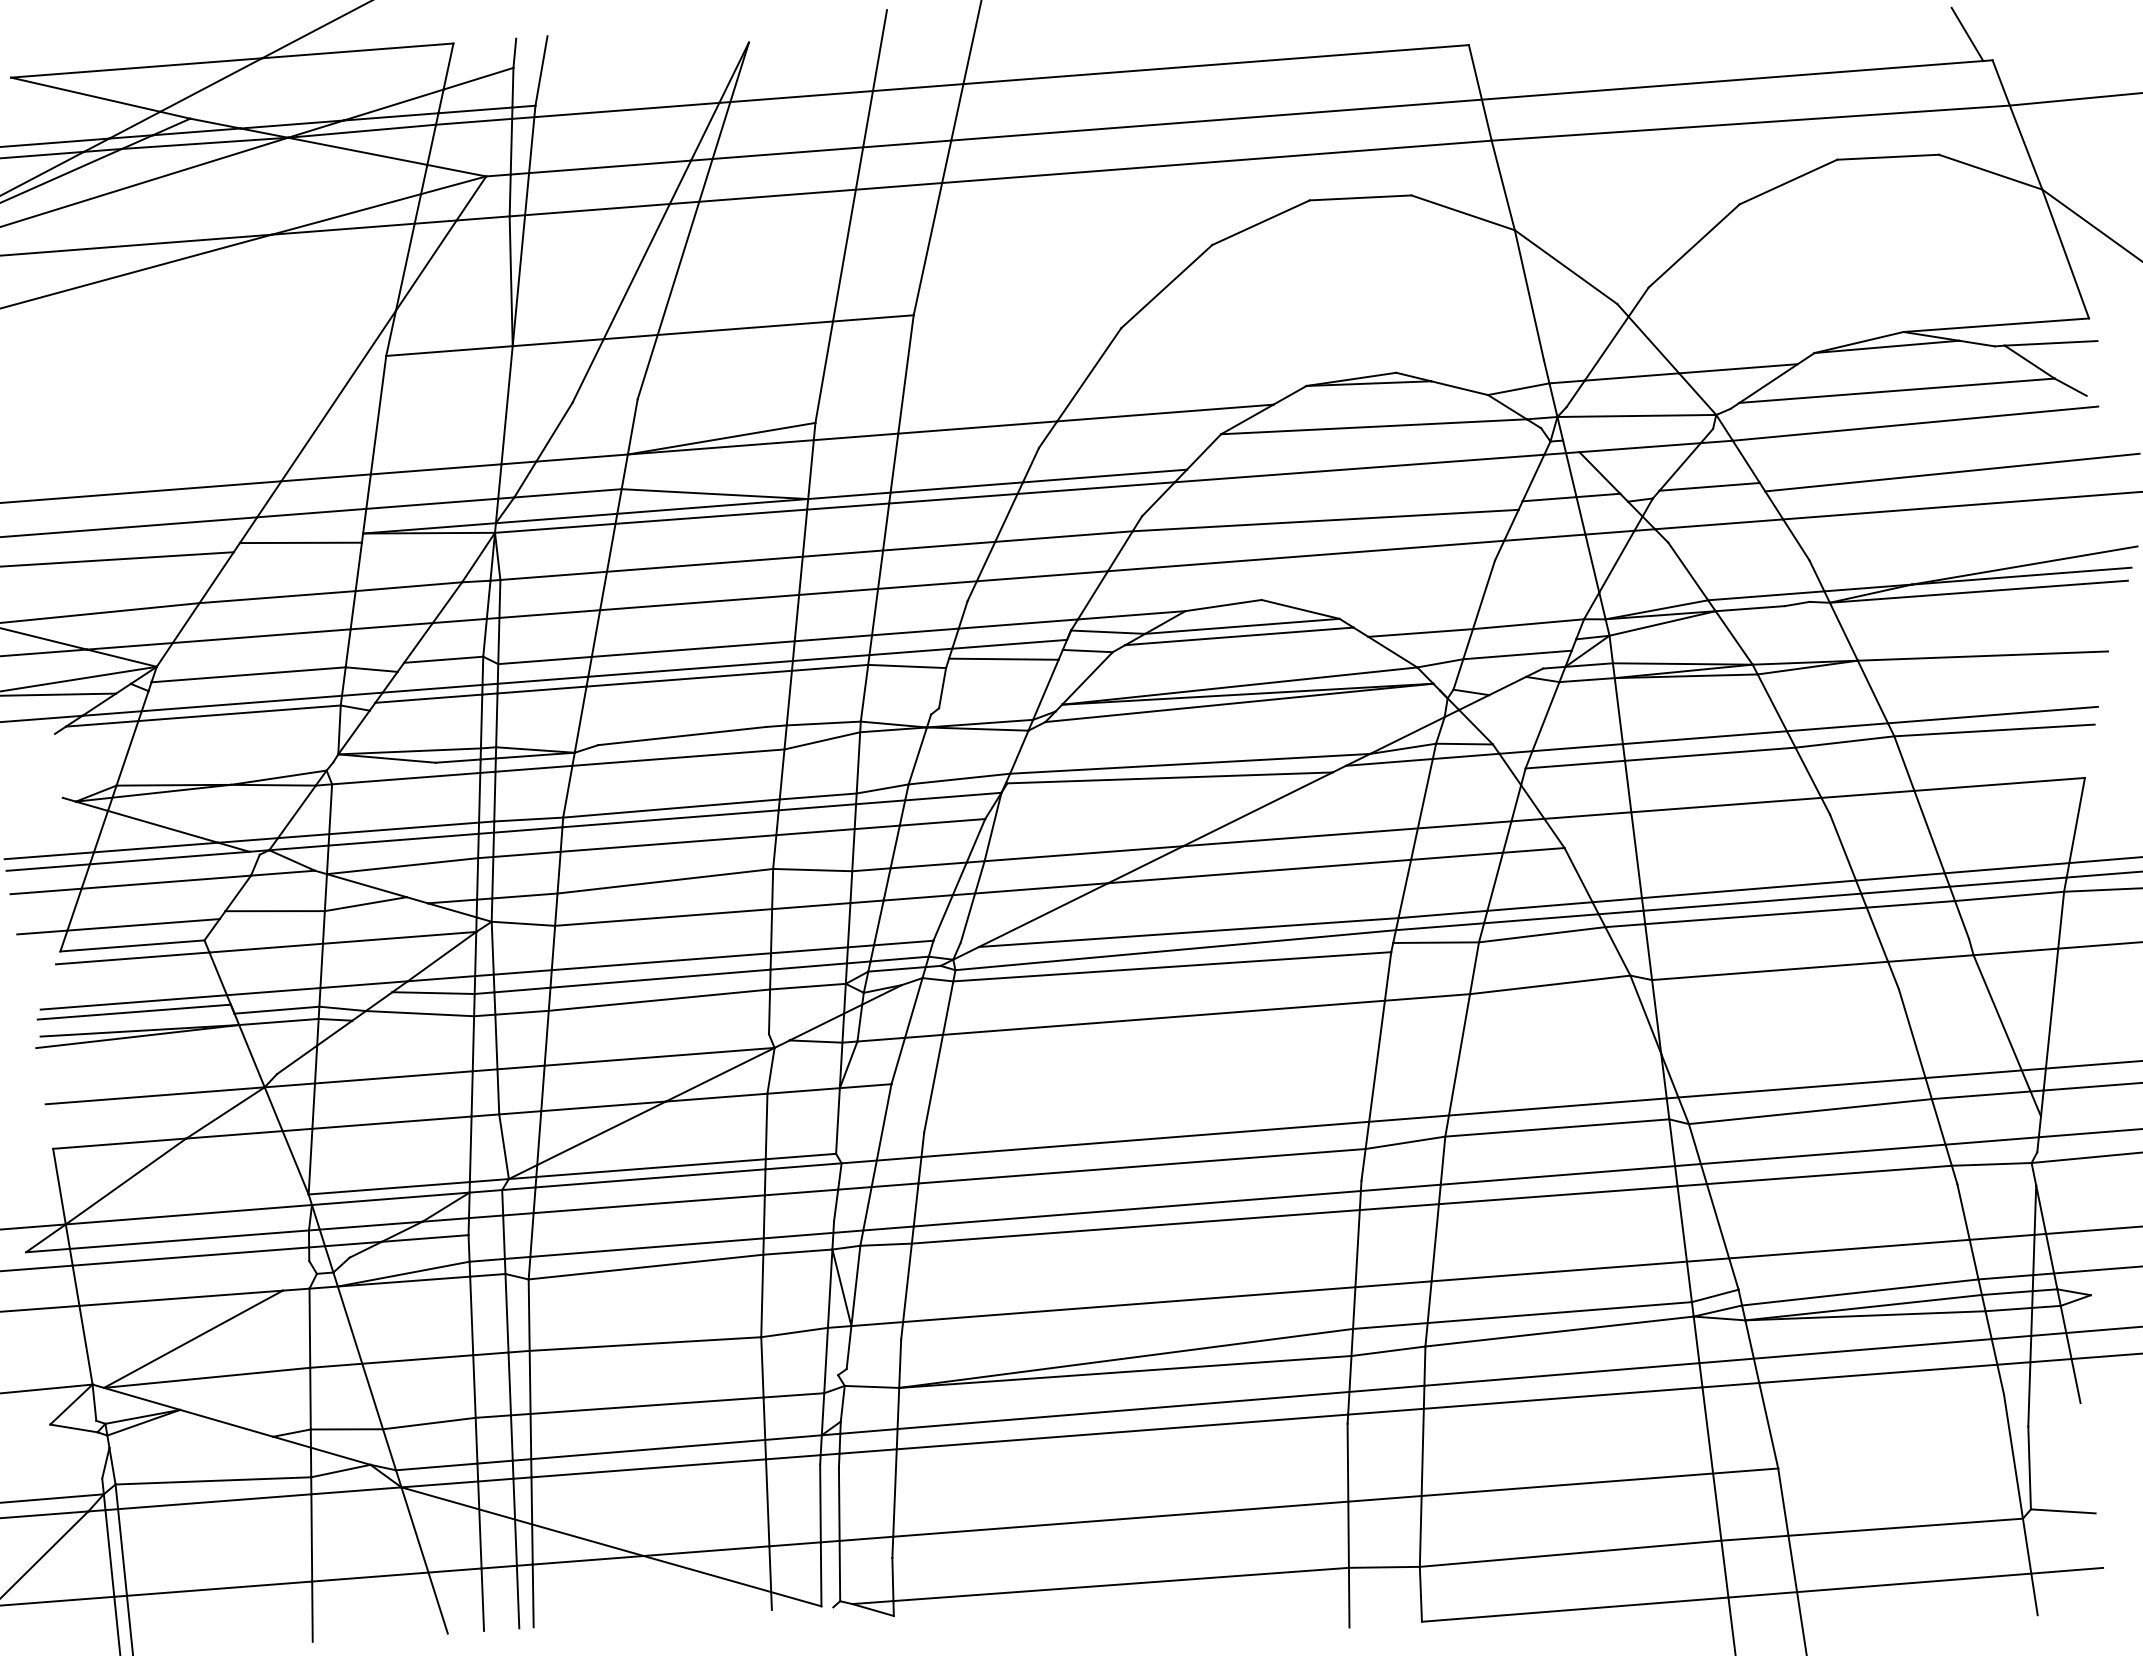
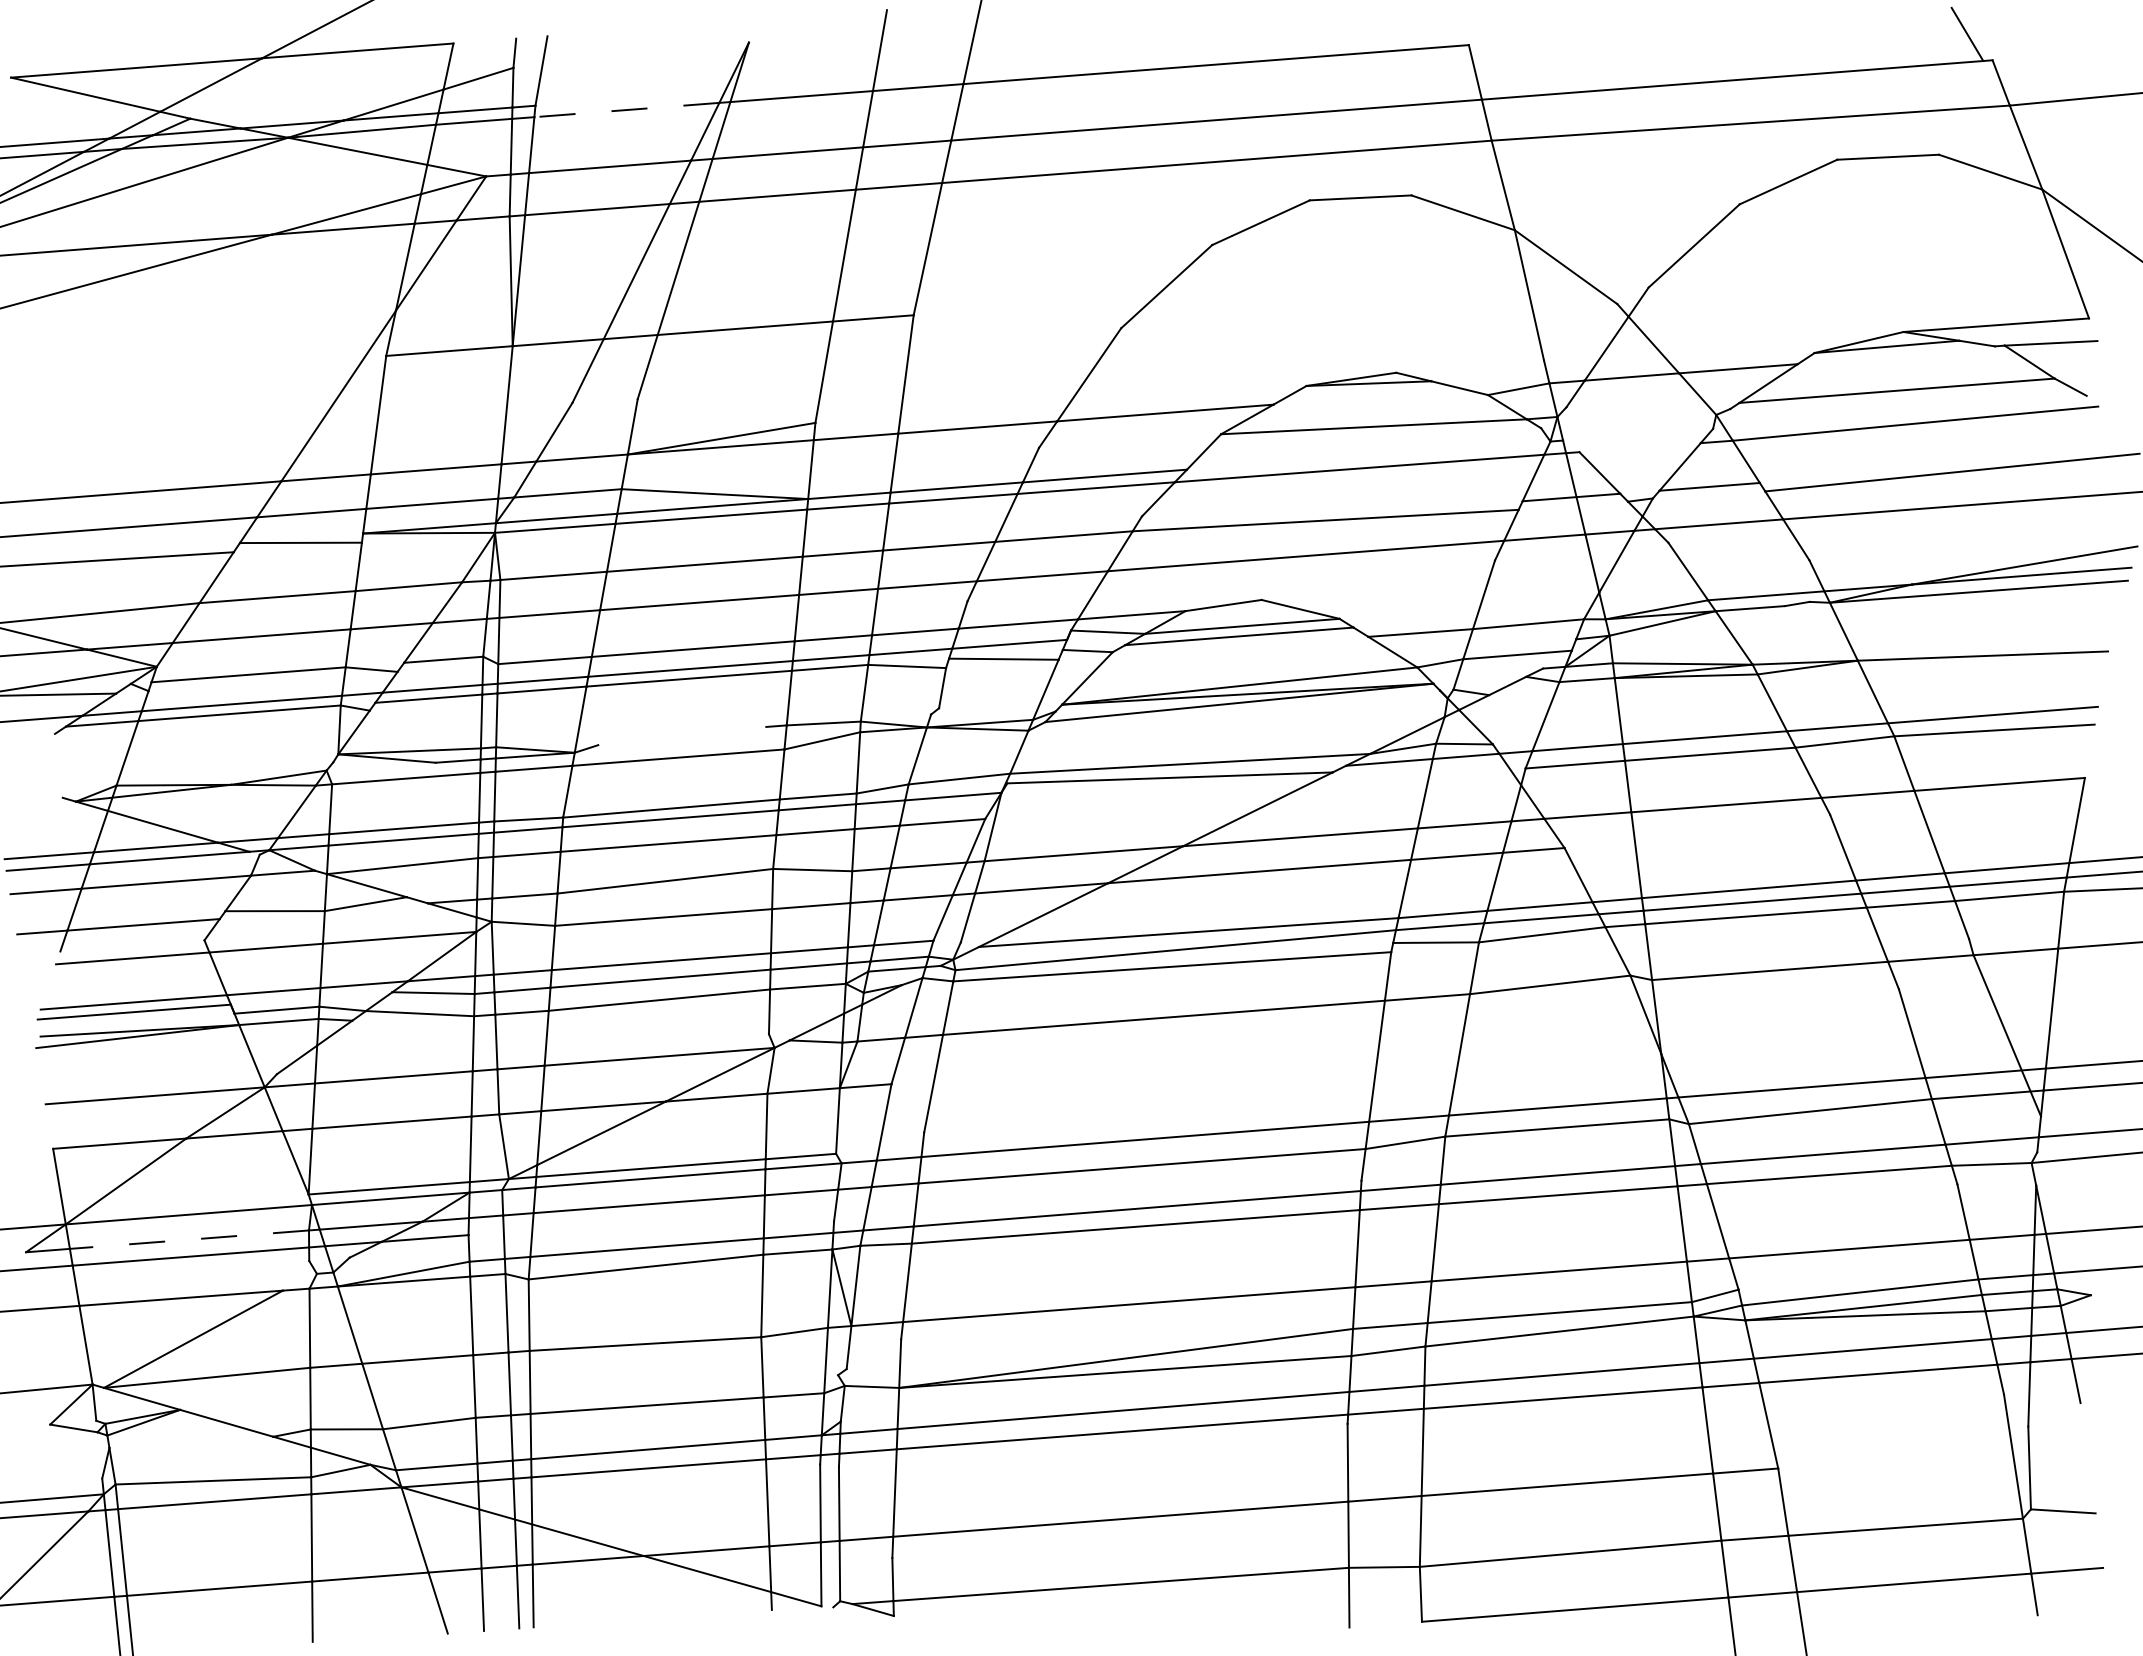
line at (626, 110): solid -> dashed
line at (1636, 415): present -> none
line at (1639, 447): present -> none
line at (682, 735): present -> none
line at (132, 945): present -> none
line at (189, 1239): solid -> dashed
